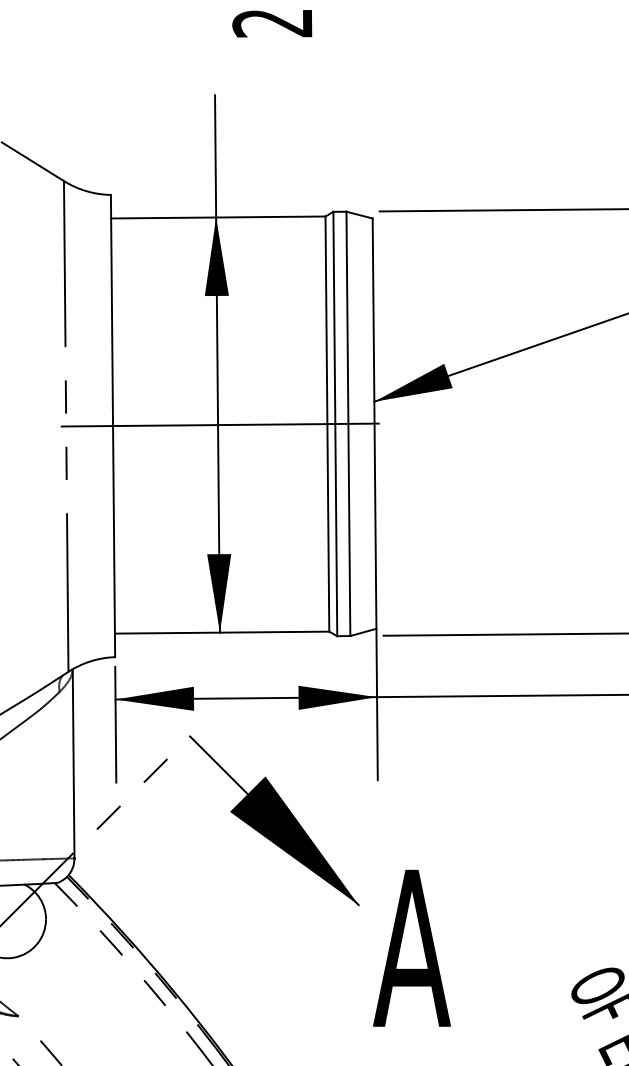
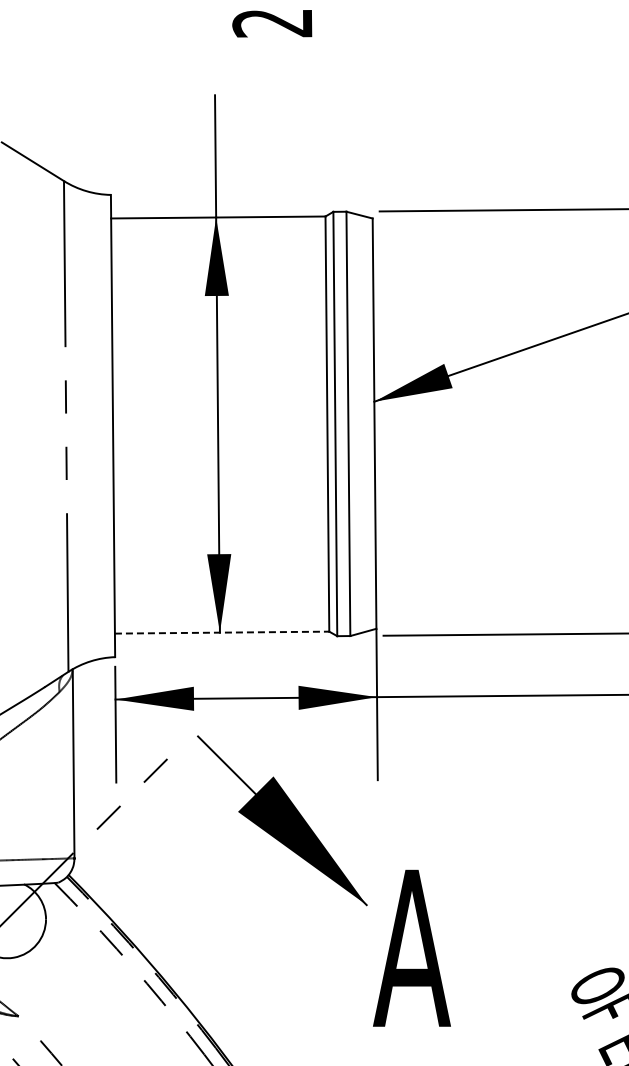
line at (219, 424): present -> none
line at (222, 632): solid -> dashed
part at (274, 820) position: (274, 820) -> (282, 820)
